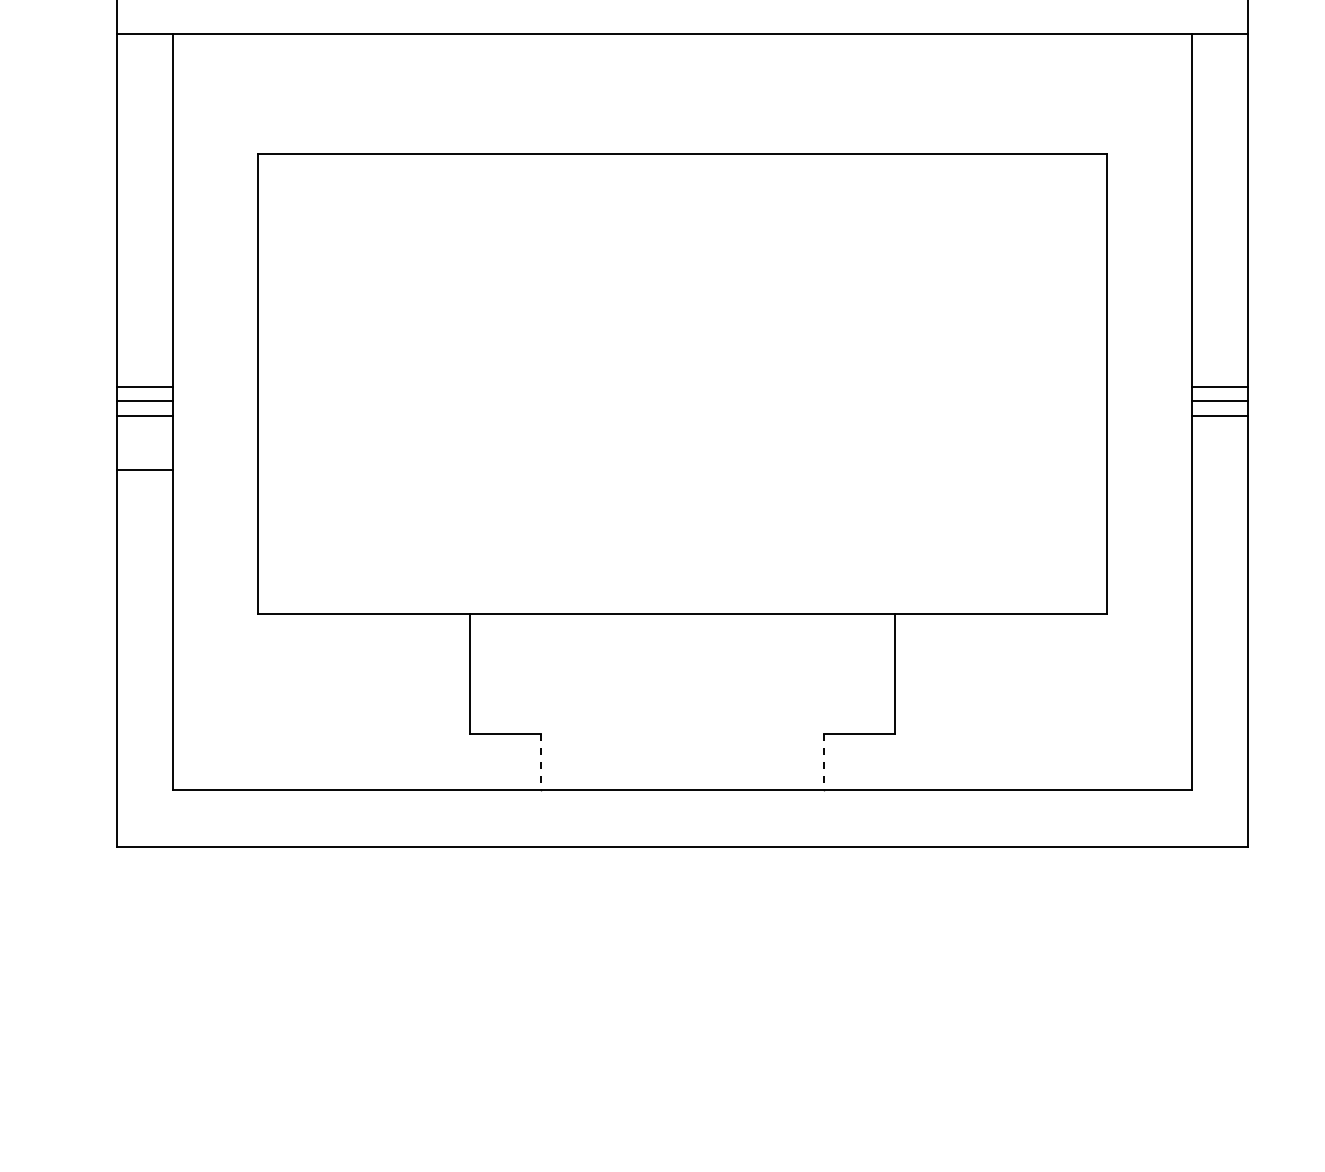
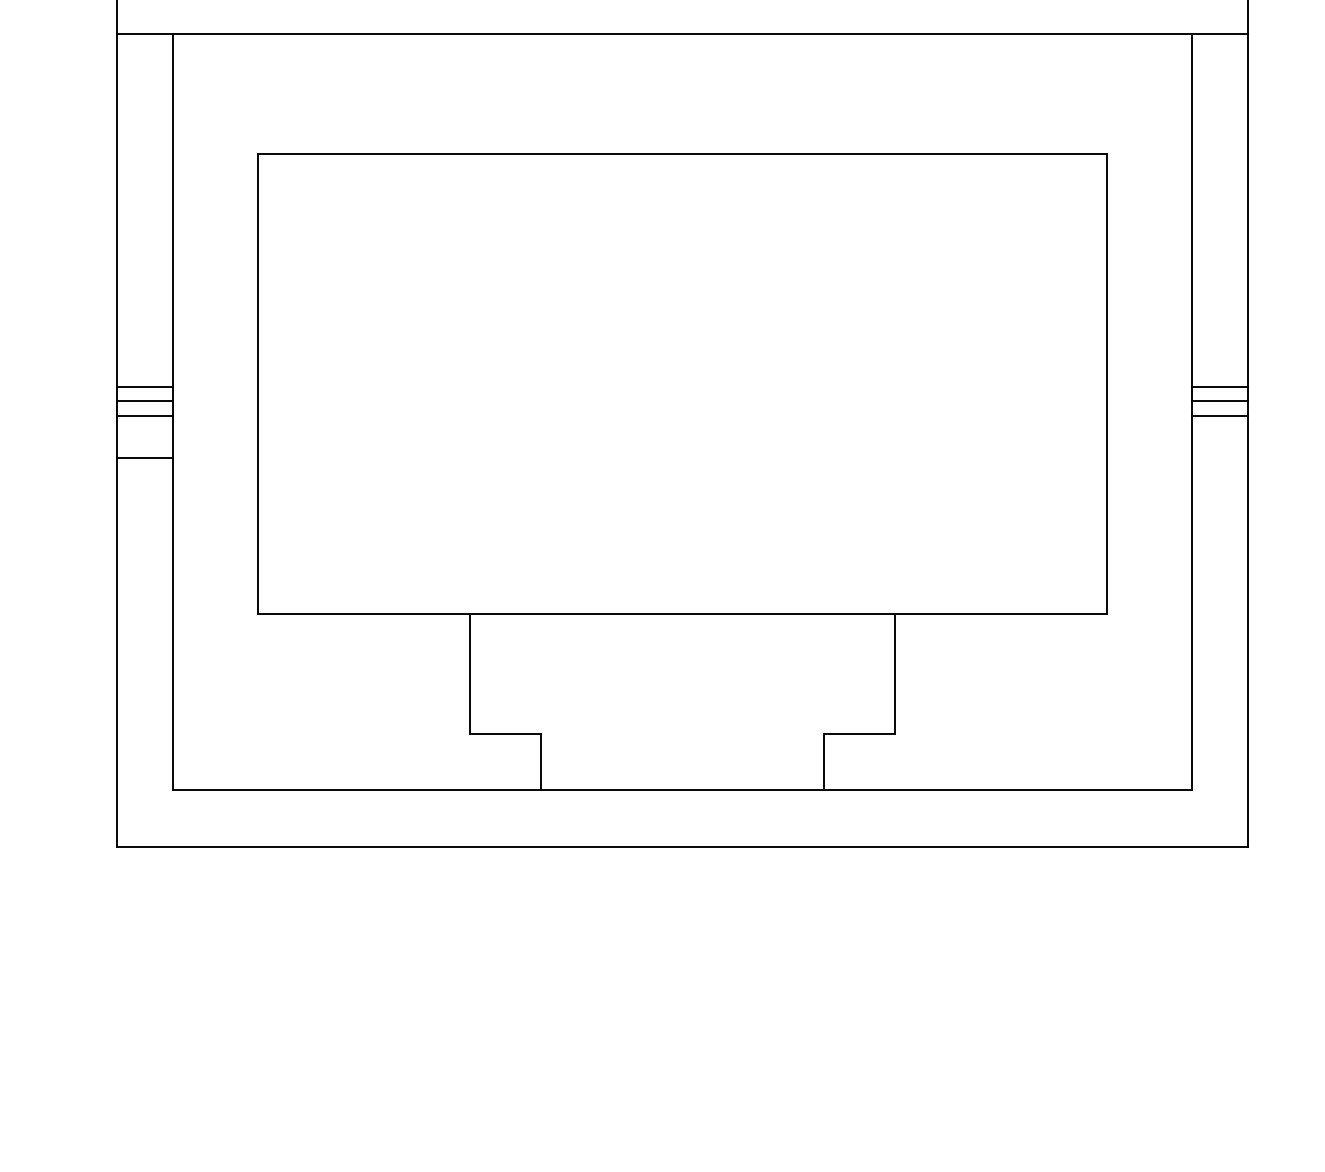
line at (144, 469) position: (144, 469) -> (144, 457)
line at (540, 762): dashed -> solid
line at (823, 762): dashed -> solid
